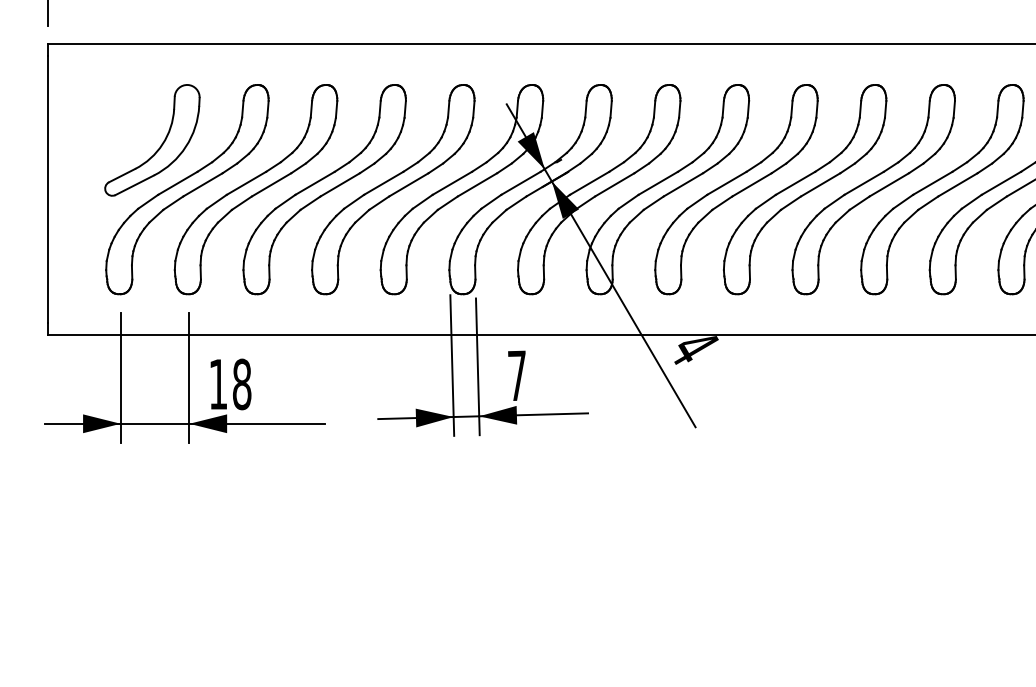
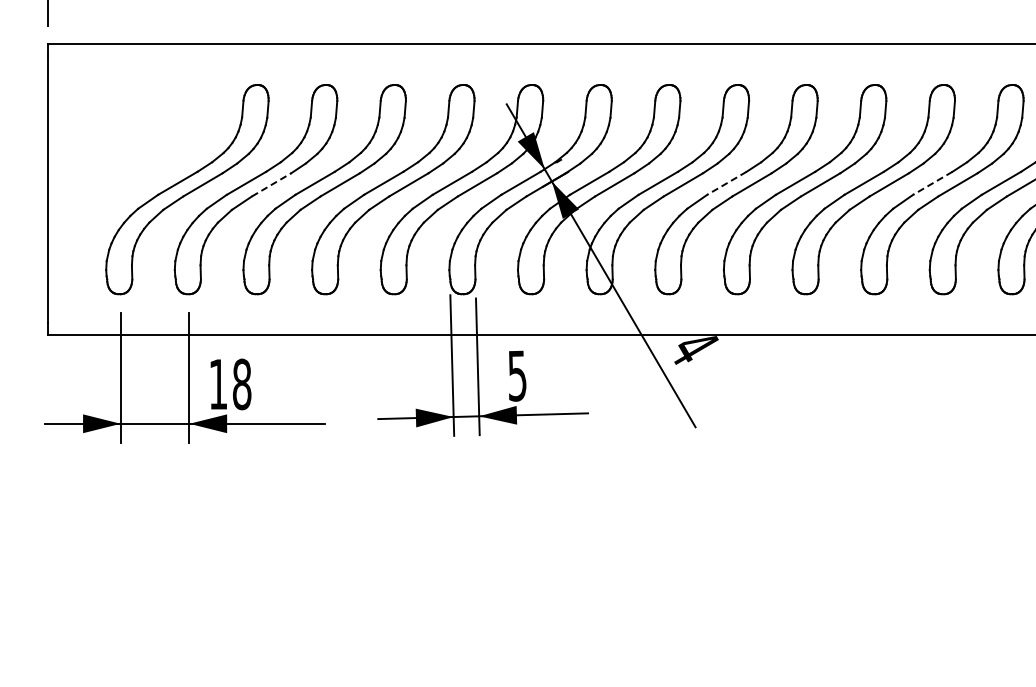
part at (160, 145): present -> none
line at (726, 183): solid -> dashed
line at (932, 183): solid -> dashed
line at (271, 184): solid -> dashed
text at (517, 375): 7 -> 5
